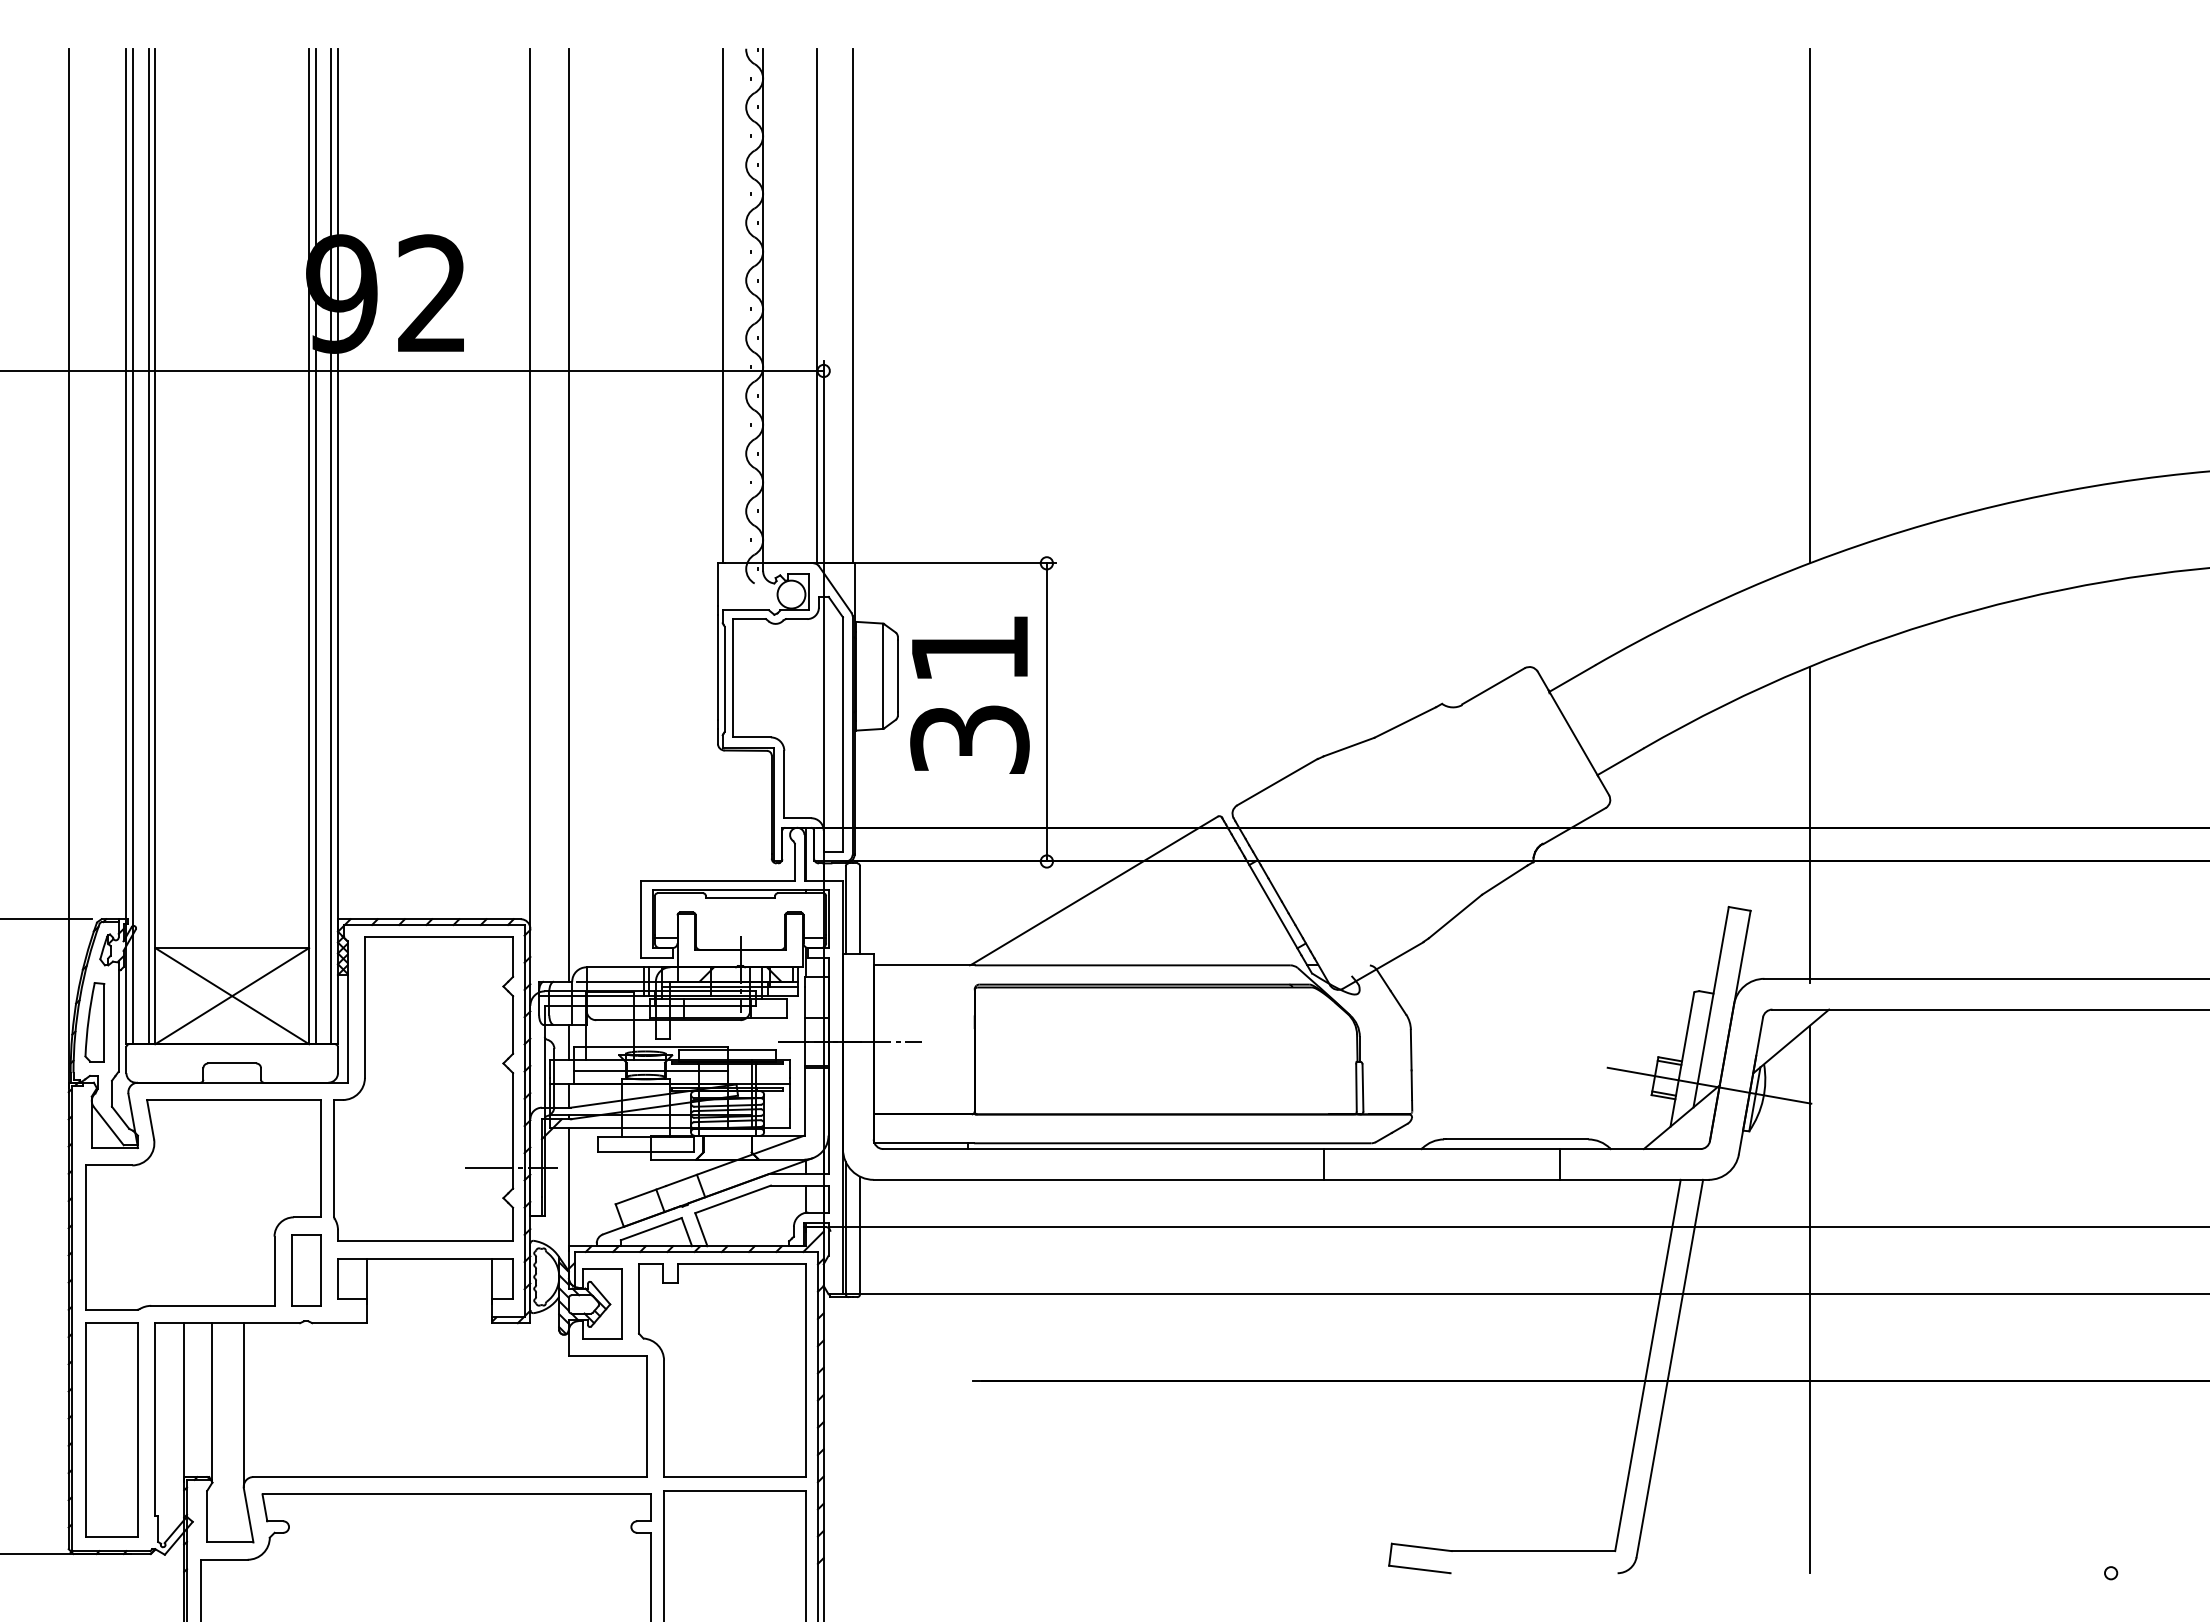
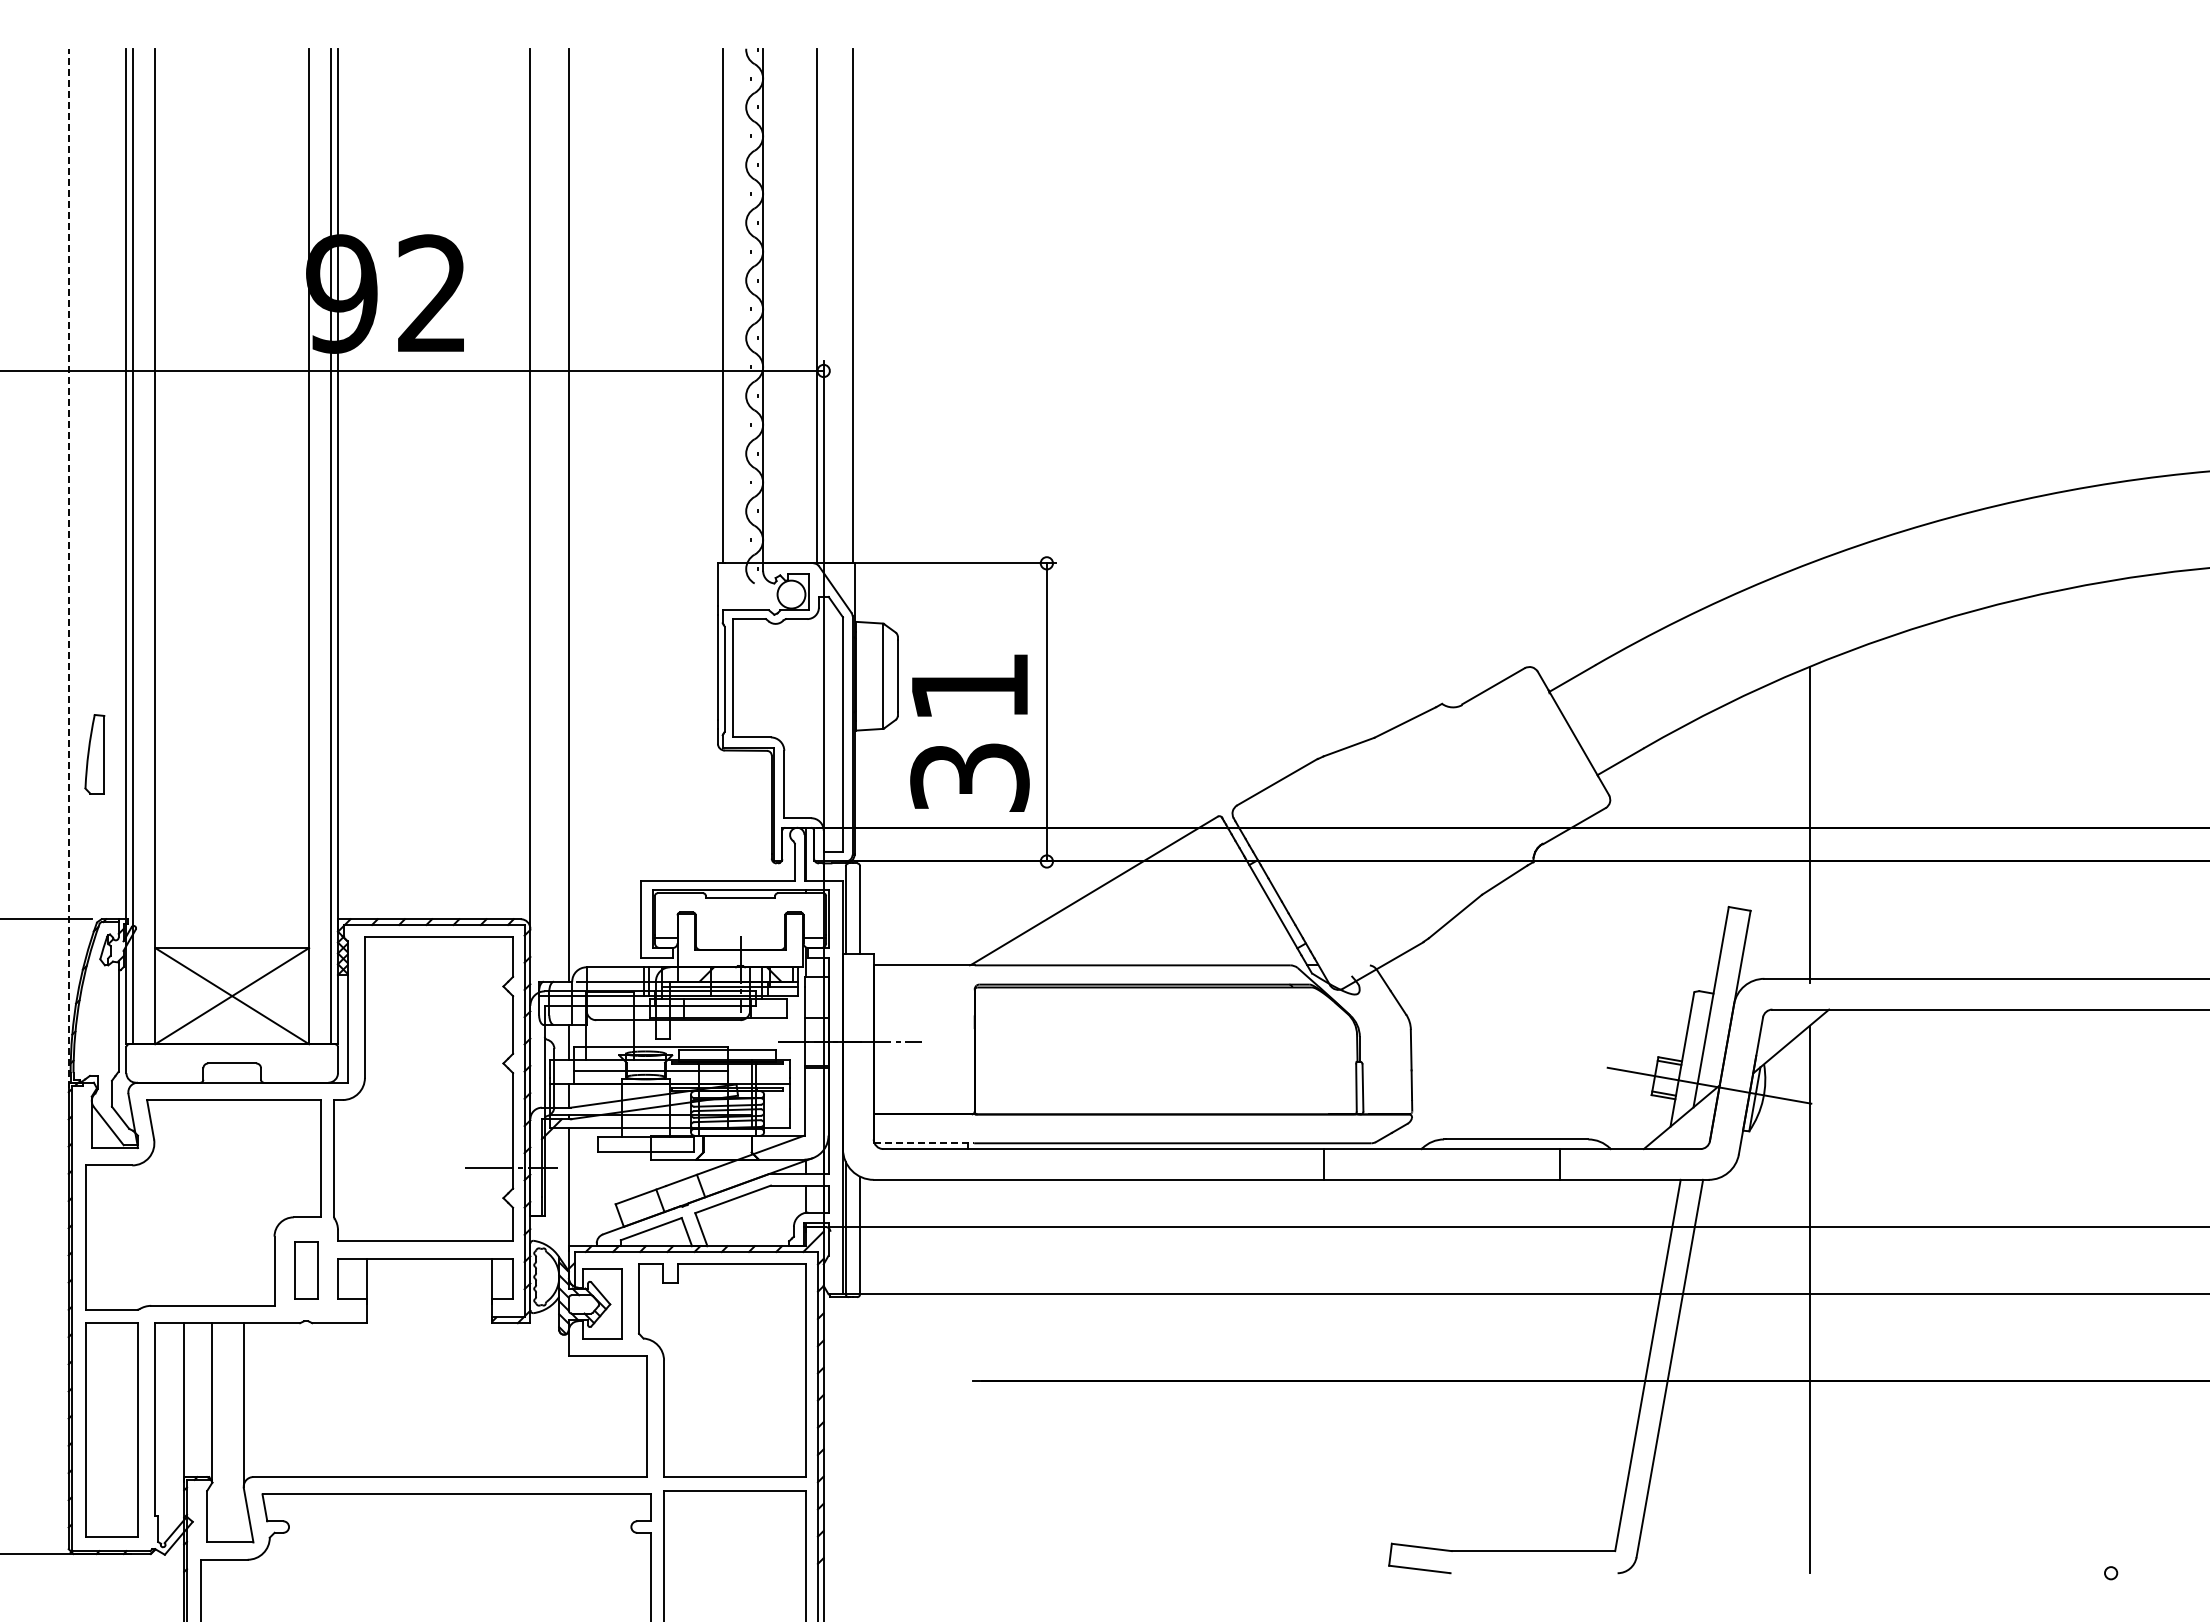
line at (1809, 305): present -> none
line at (148, 546): present -> none
line at (315, 546): present -> none
line at (68, 567): solid -> dashed
text at (969, 694) position: (969, 694) -> (969, 732)
part at (94, 1022) position: (94, 1022) -> (94, 754)
line at (924, 1143): solid -> dashed
part at (306, 1270) size: 31x73 px -> 25x59 px
